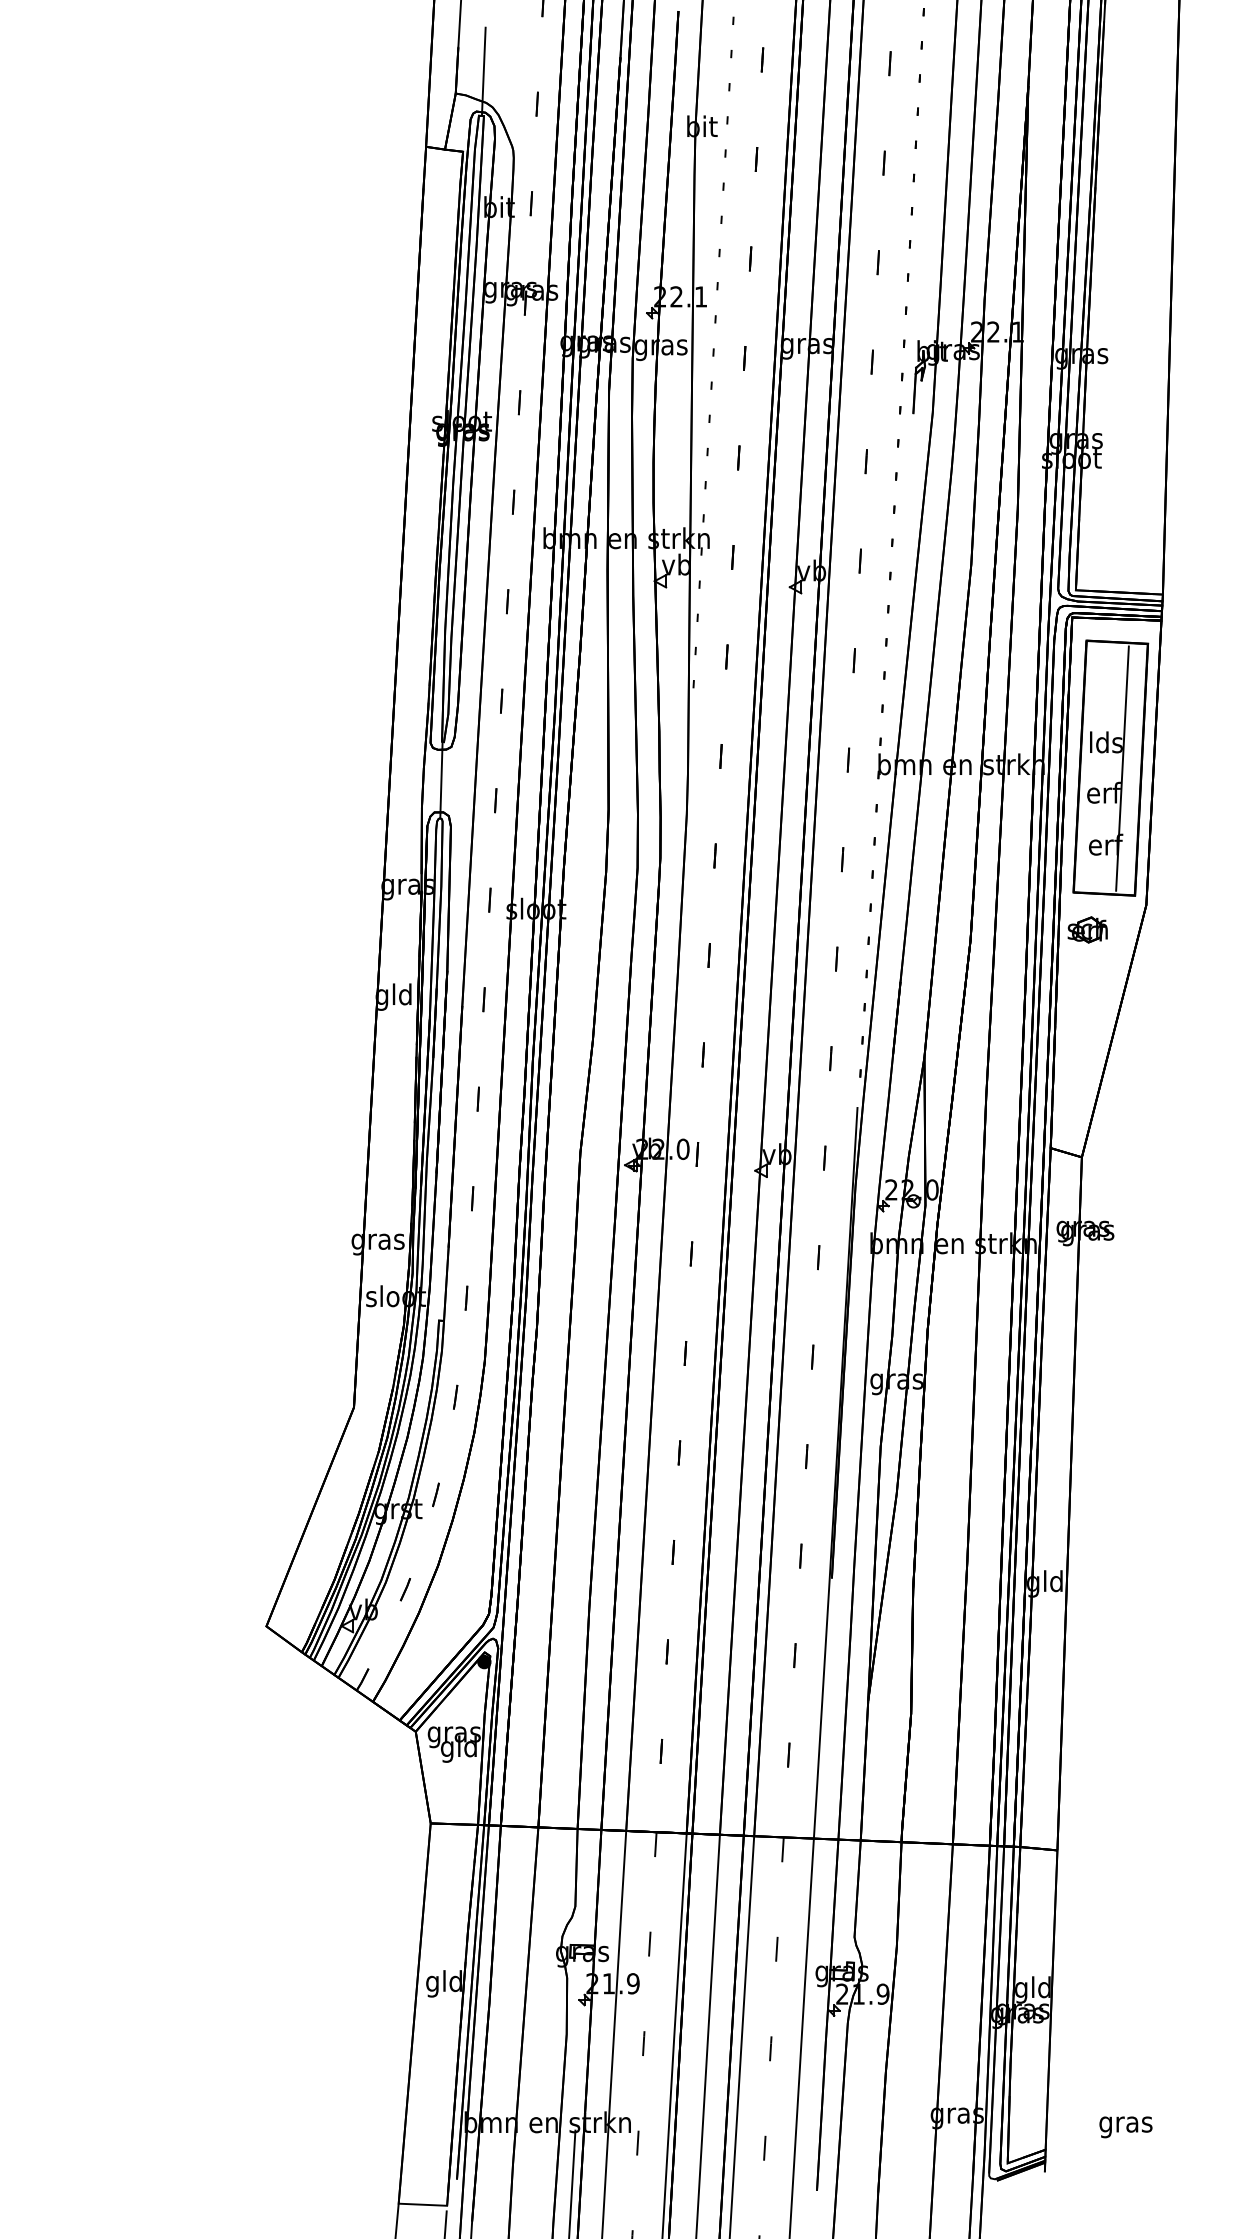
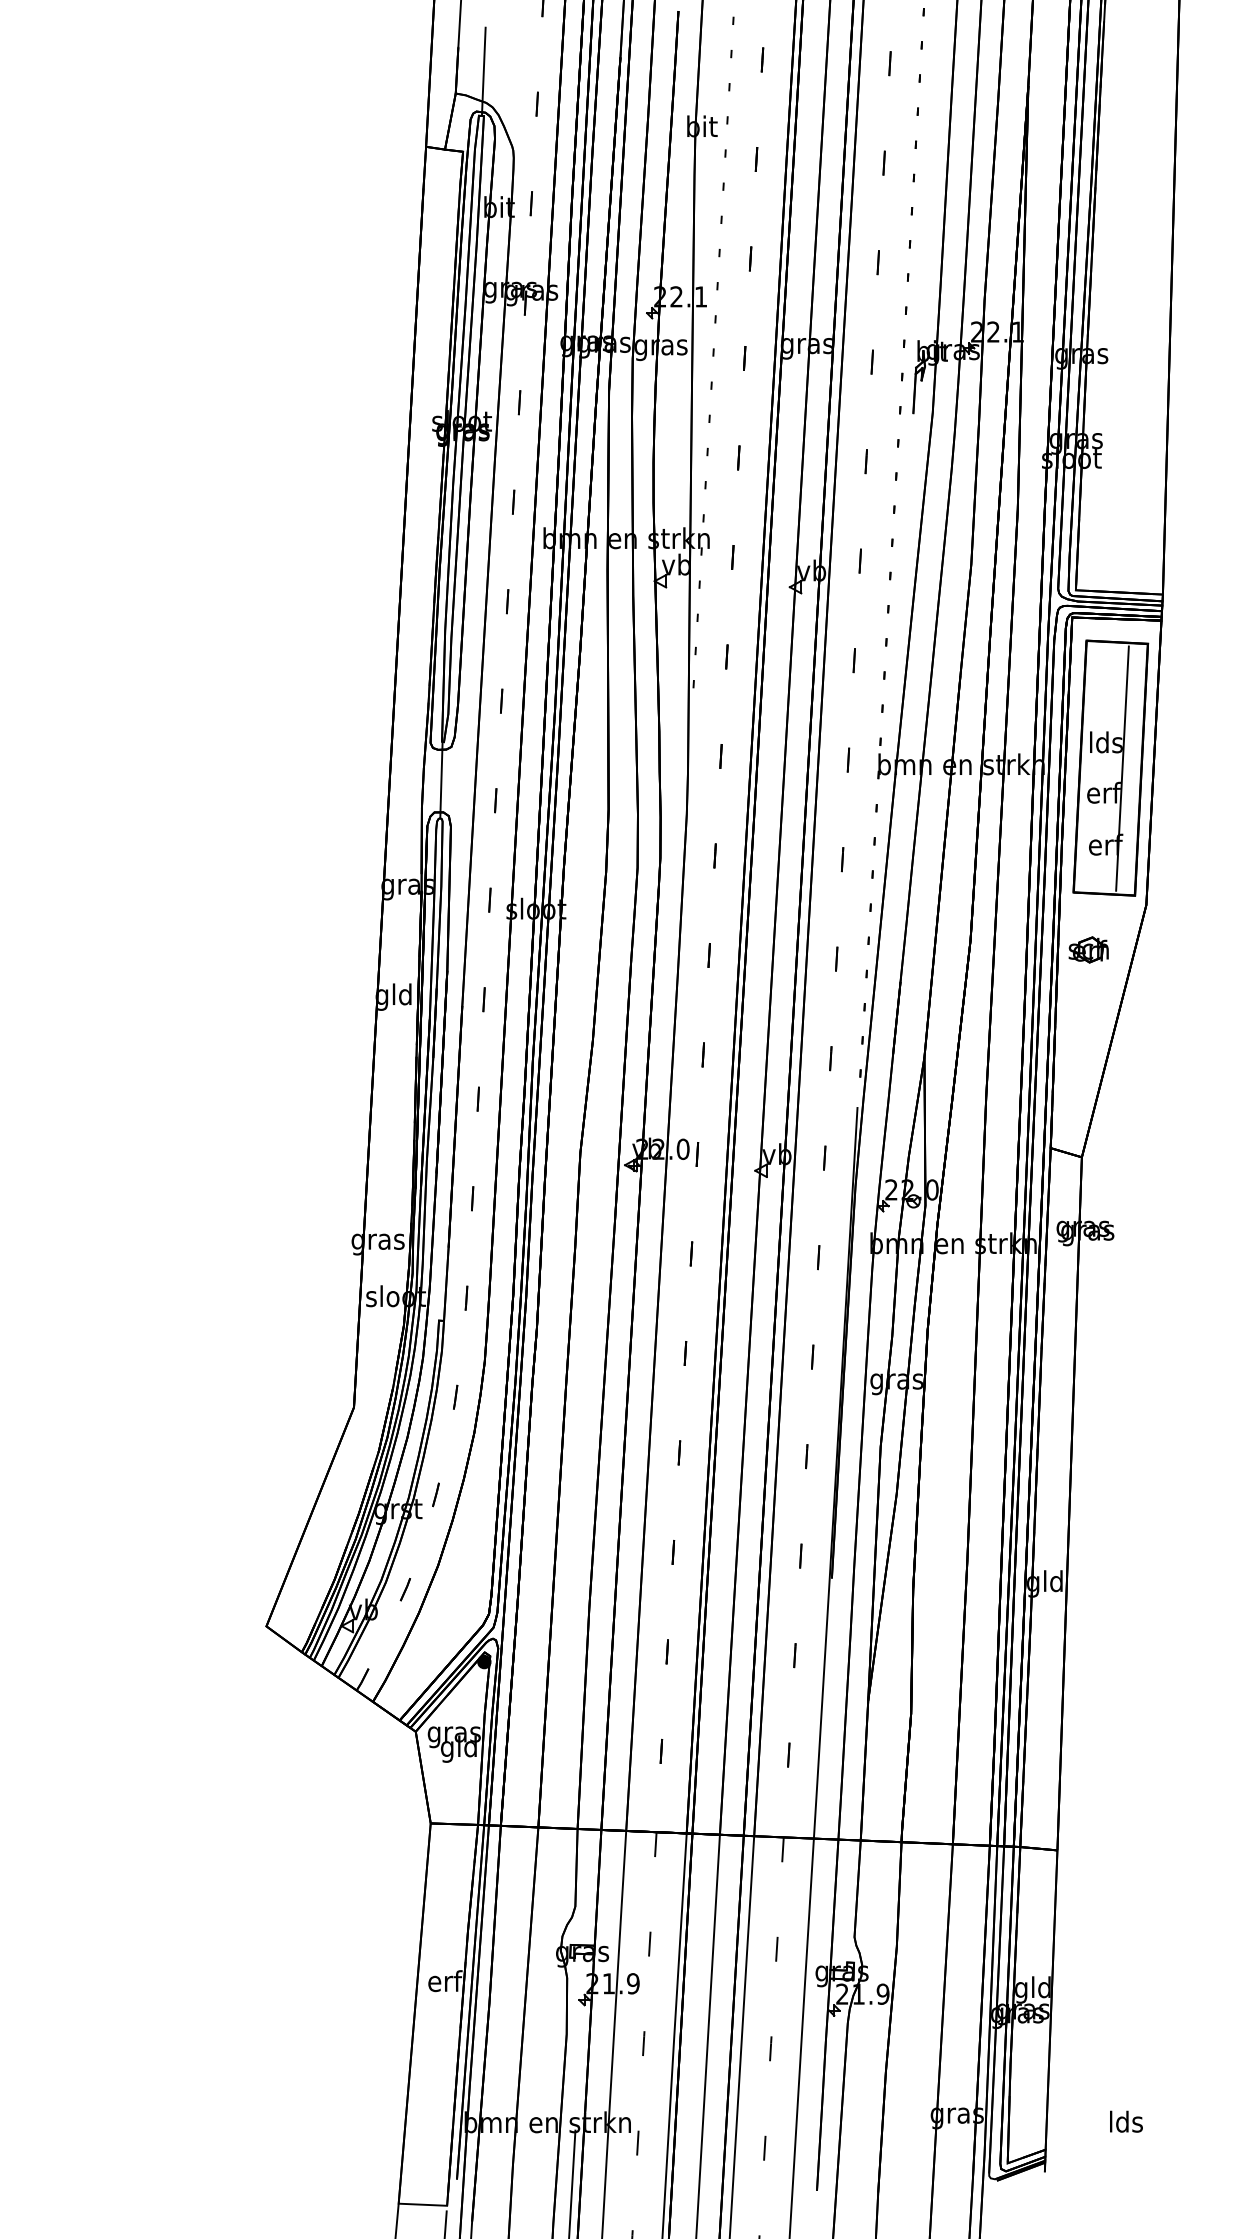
part at (1087, 929) position: (1087, 929) -> (1088, 949)
text at (444, 1983): gld -> erf
text at (1125, 2124): gras -> lds
